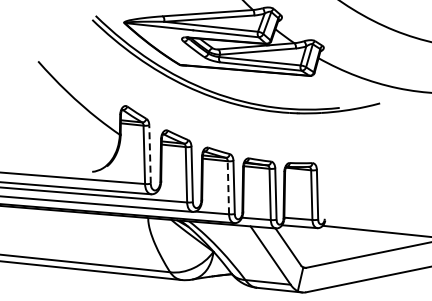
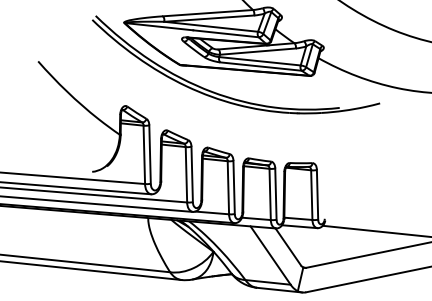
line at (150, 154): dashed -> solid
line at (228, 187): dashed -> solid
